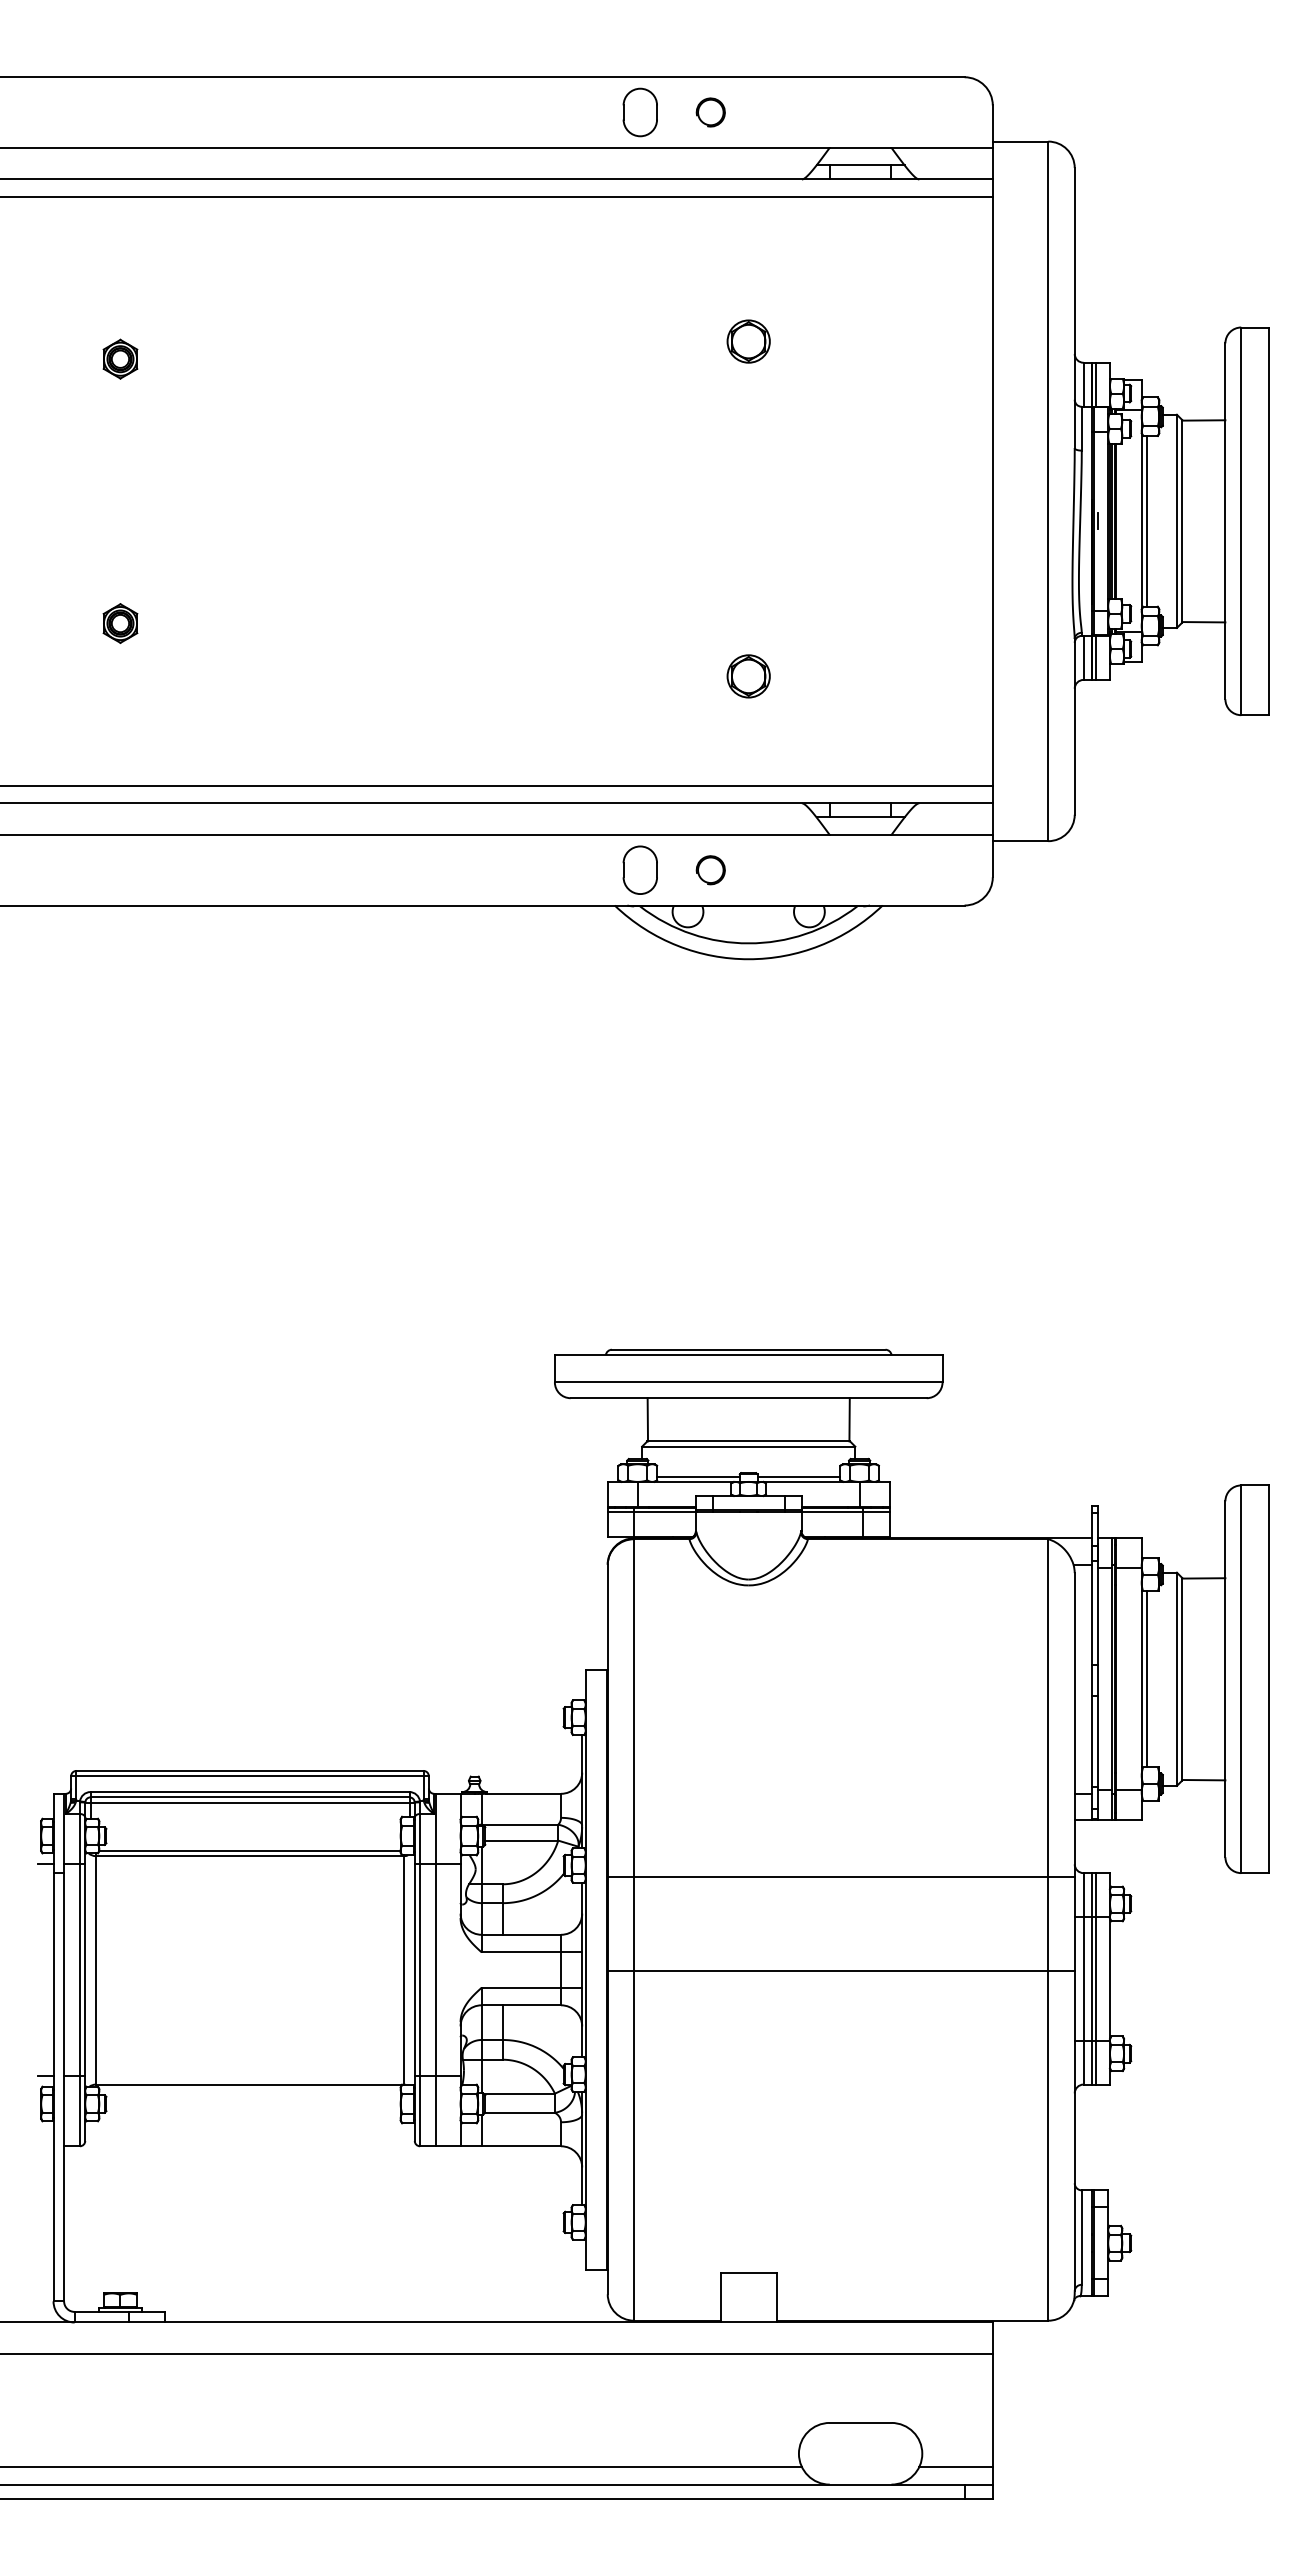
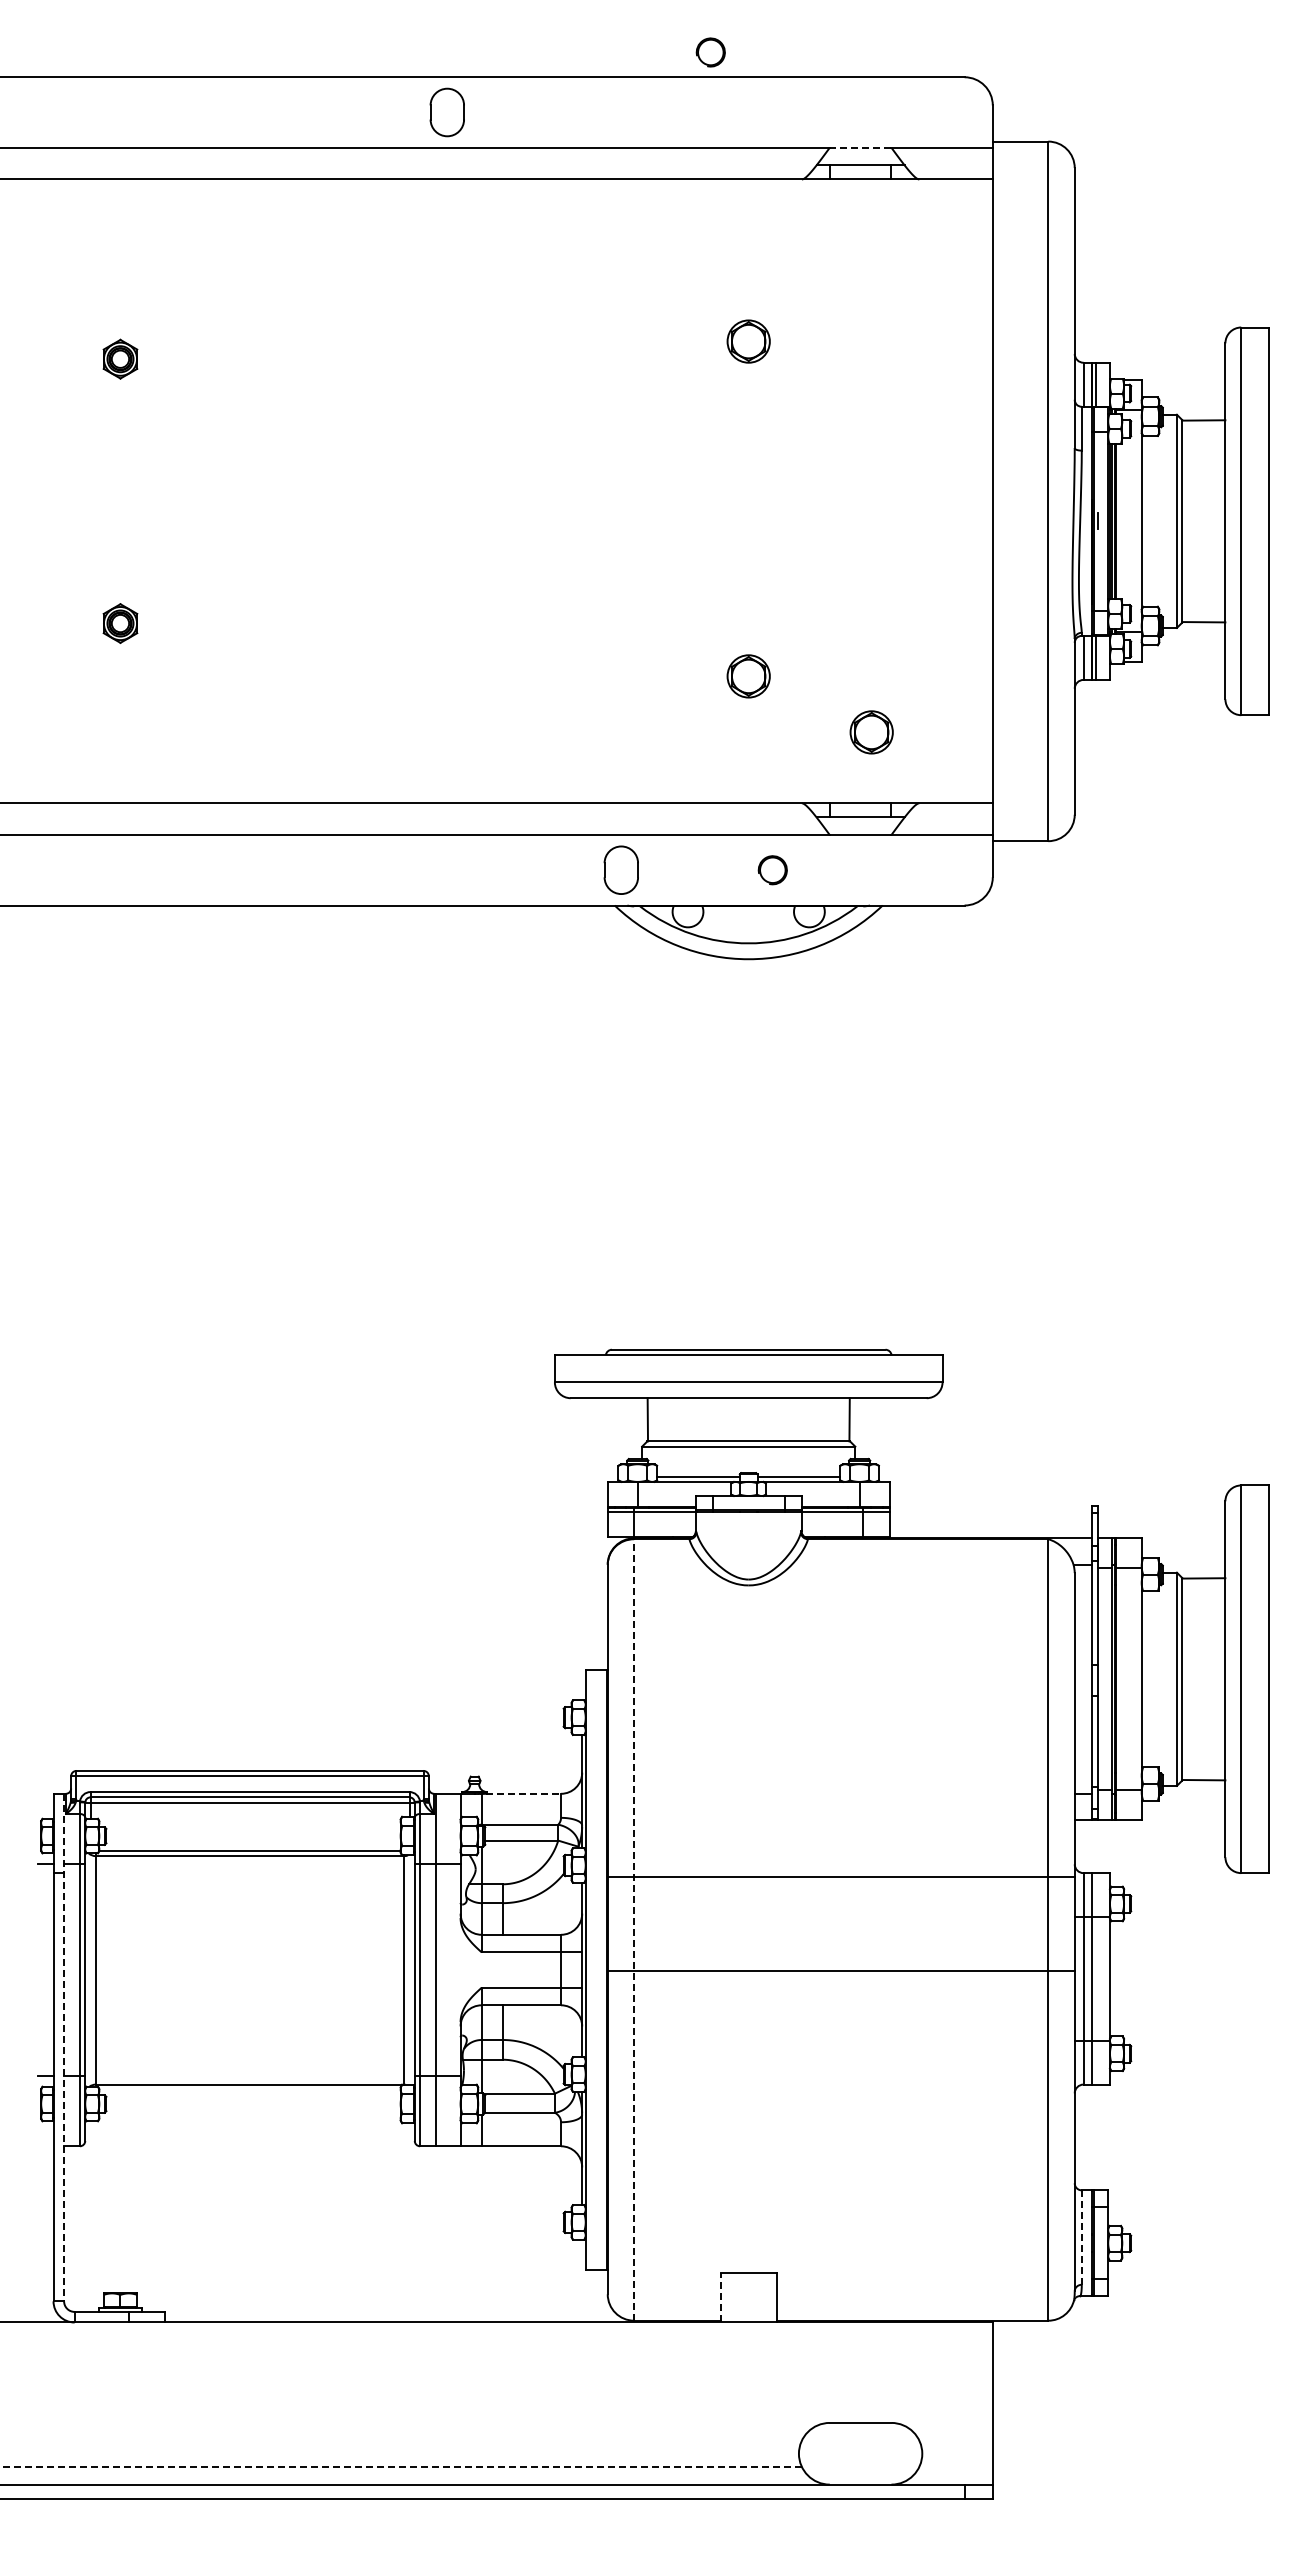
part at (639, 112) position: (639, 112) -> (446, 112)
part at (710, 112) position: (710, 112) -> (710, 52)
line at (860, 147): solid -> dashed
line at (497, 197): present -> none
line at (1146, 521): present -> none
part at (871, 732): none -> present
line at (497, 785): present -> none
part at (639, 869) position: (639, 869) -> (620, 869)
part at (710, 870) position: (710, 870) -> (772, 870)
line at (1146, 1679): present -> none
line at (524, 1793): solid -> dashed
line at (634, 1929): solid -> dashed
line at (1095, 1978): present -> none
line at (64, 2047): solid -> dashed
line at (1081, 2238): solid -> dashed
line at (720, 2297): solid -> dashed
line at (497, 2354): present -> none
line at (400, 2467): solid -> dashed
line at (955, 2467): present -> none
